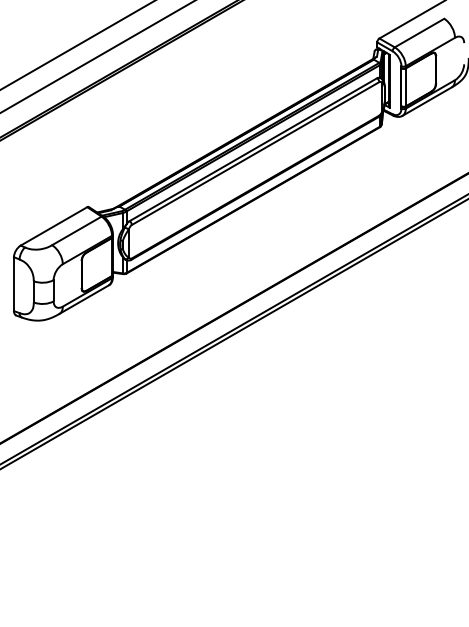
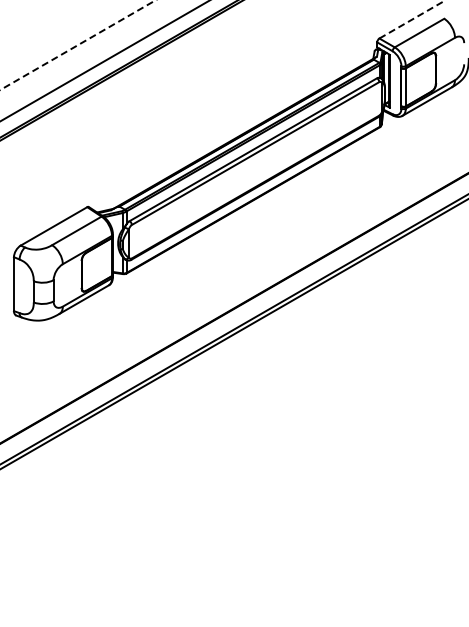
line at (413, 19): solid -> dashed
line at (77, 45): solid -> dashed
line at (97, 56) position: (97, 56) -> (104, 61)
